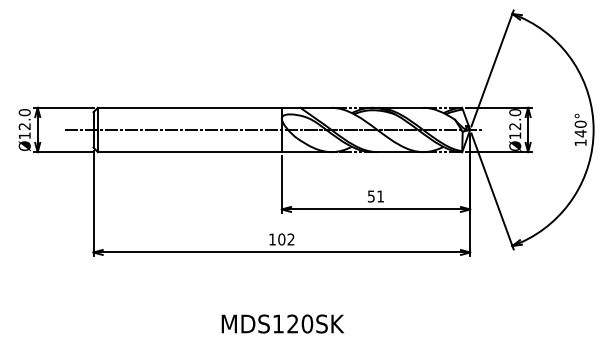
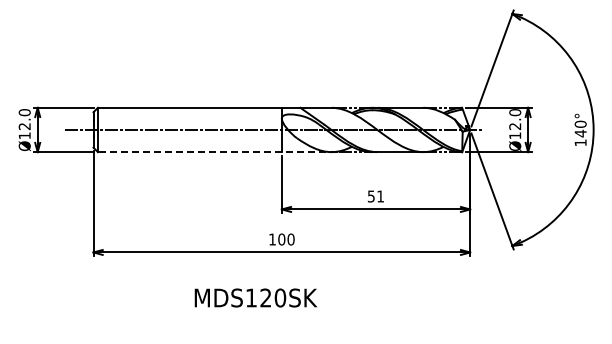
line at (216, 152): solid -> dashed
text at (290, 239): 102 -> 100
text at (282, 323) position: (282, 323) -> (255, 297)
